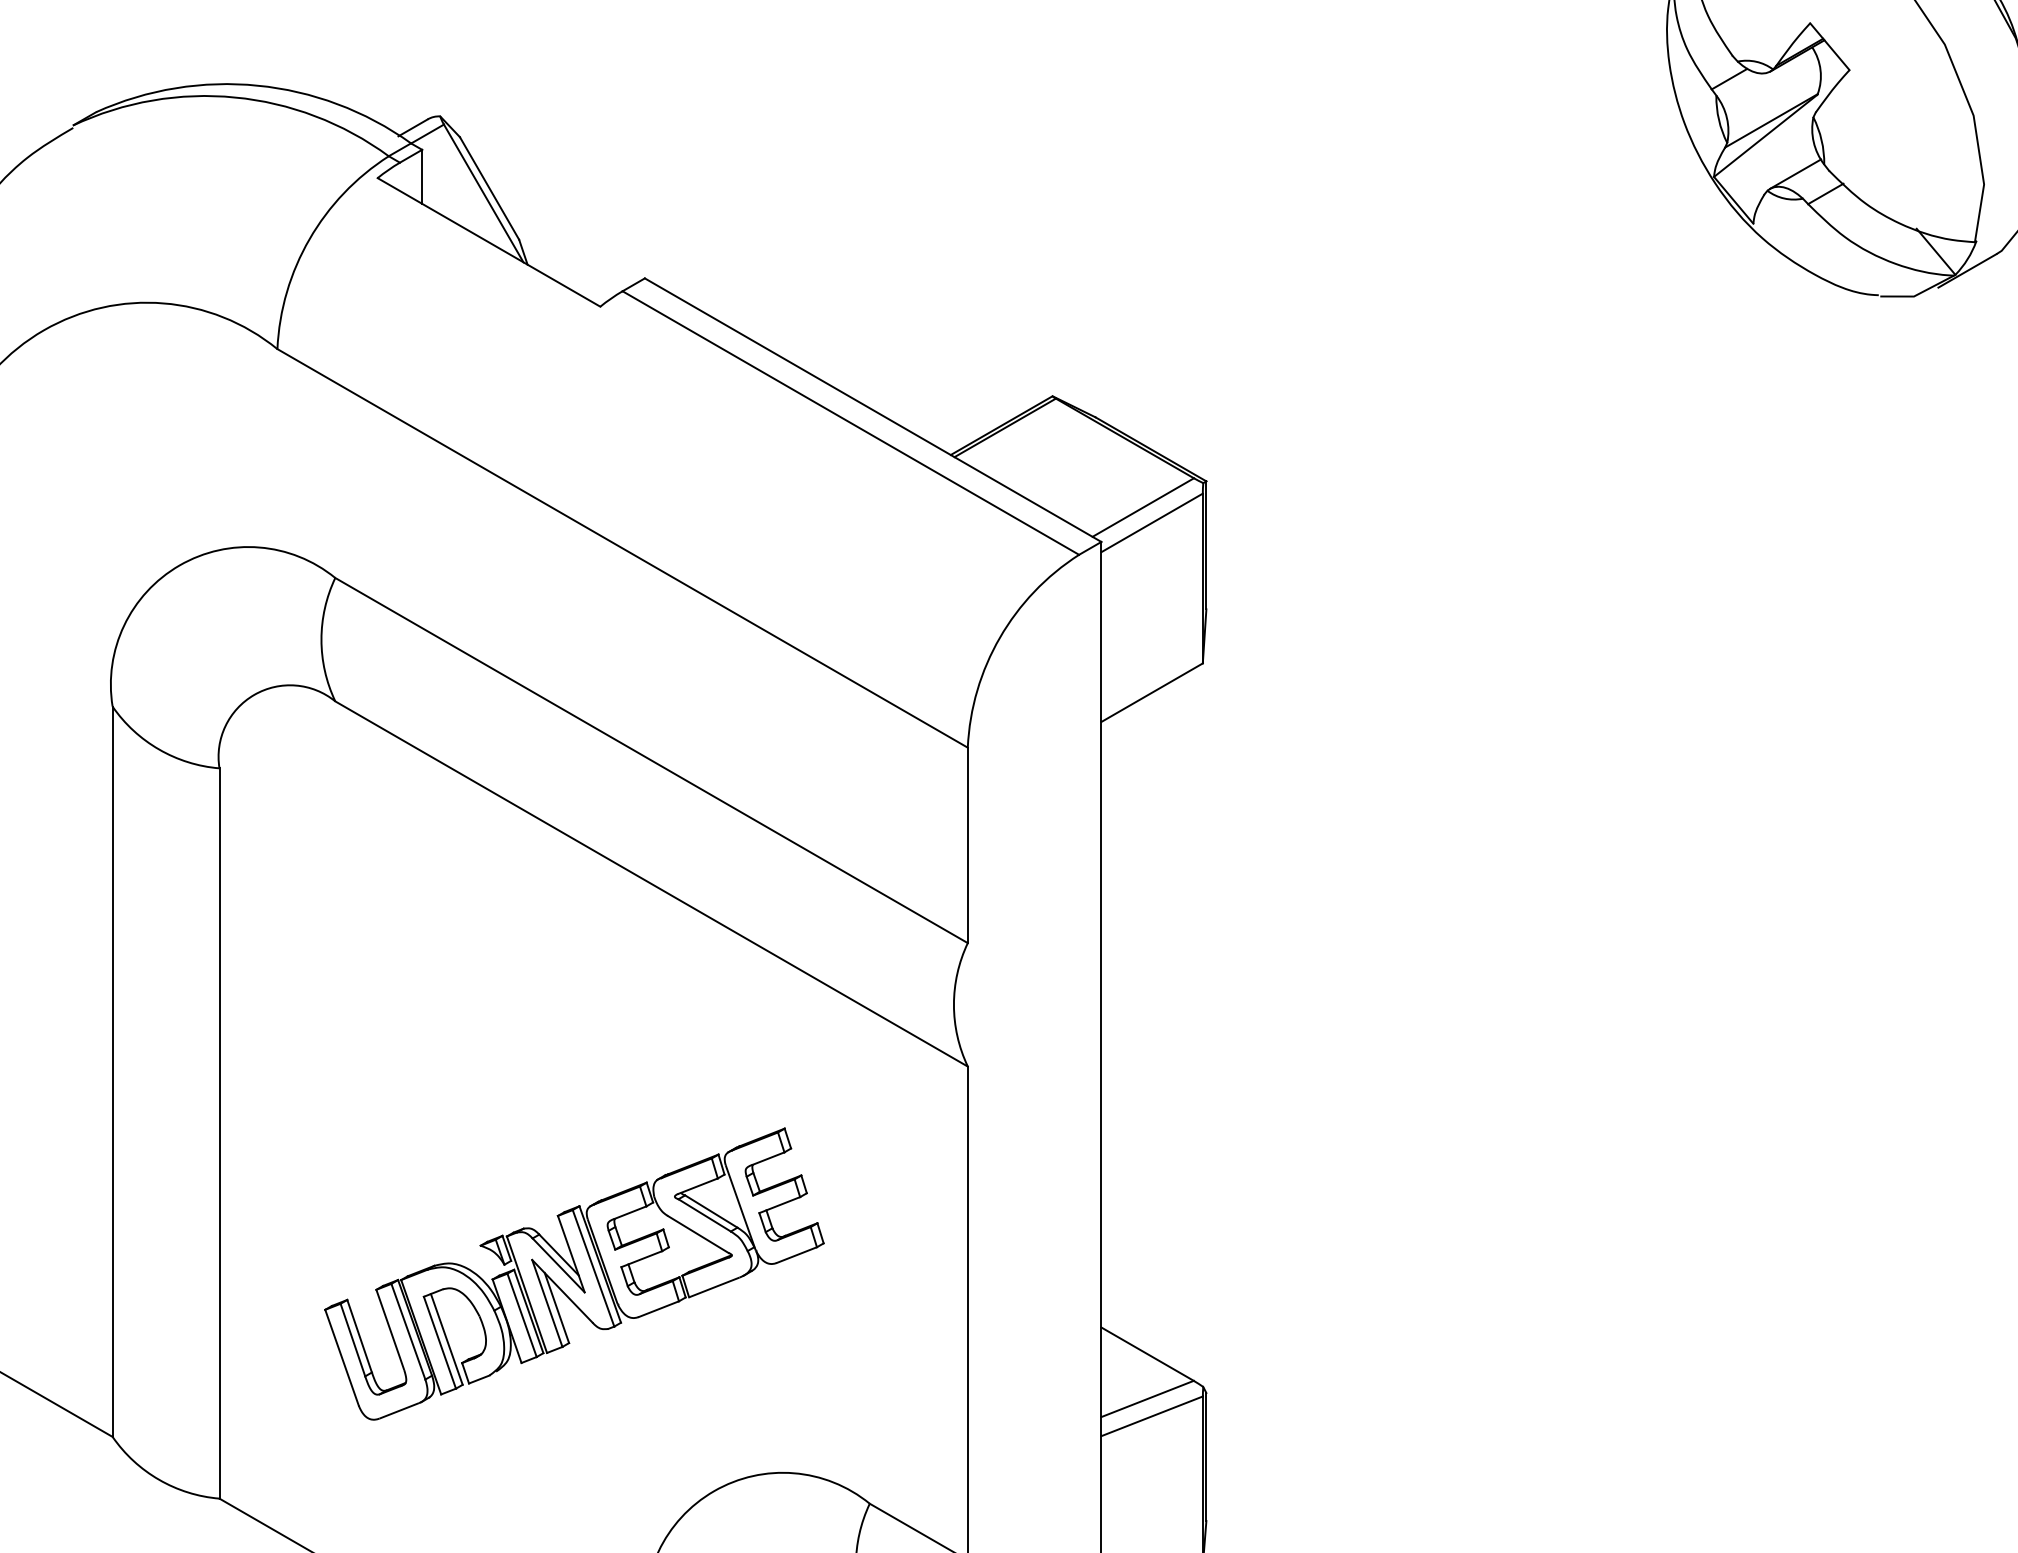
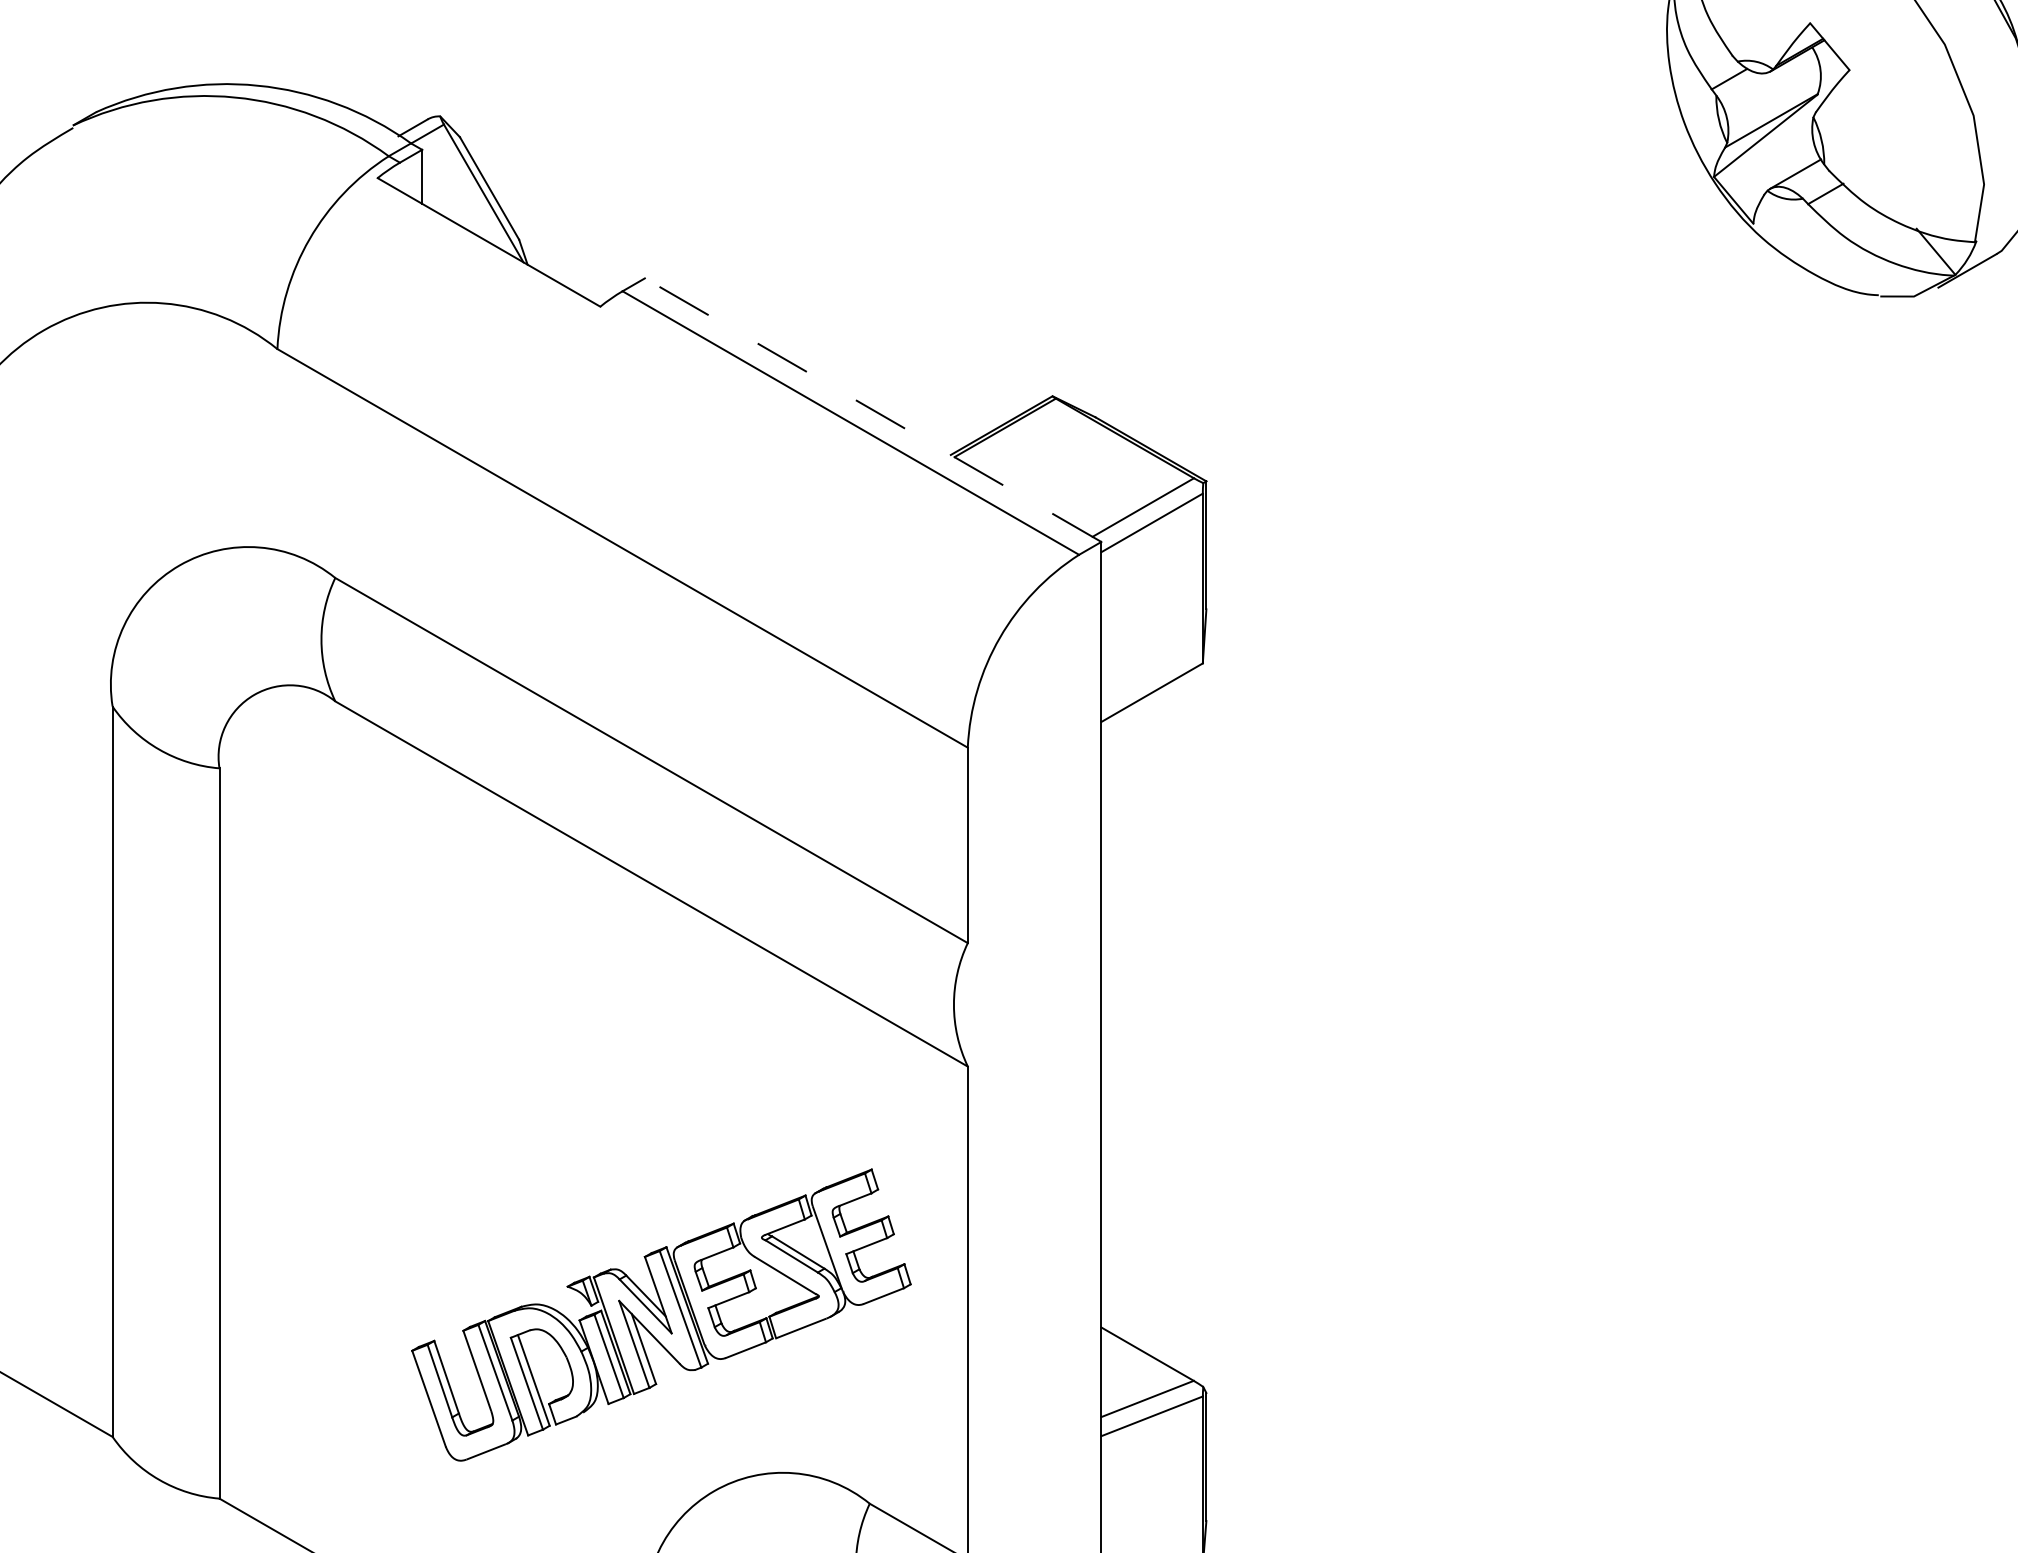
line at (873, 410): solid -> dashed
part at (574, 1273) position: (574, 1273) -> (661, 1314)
